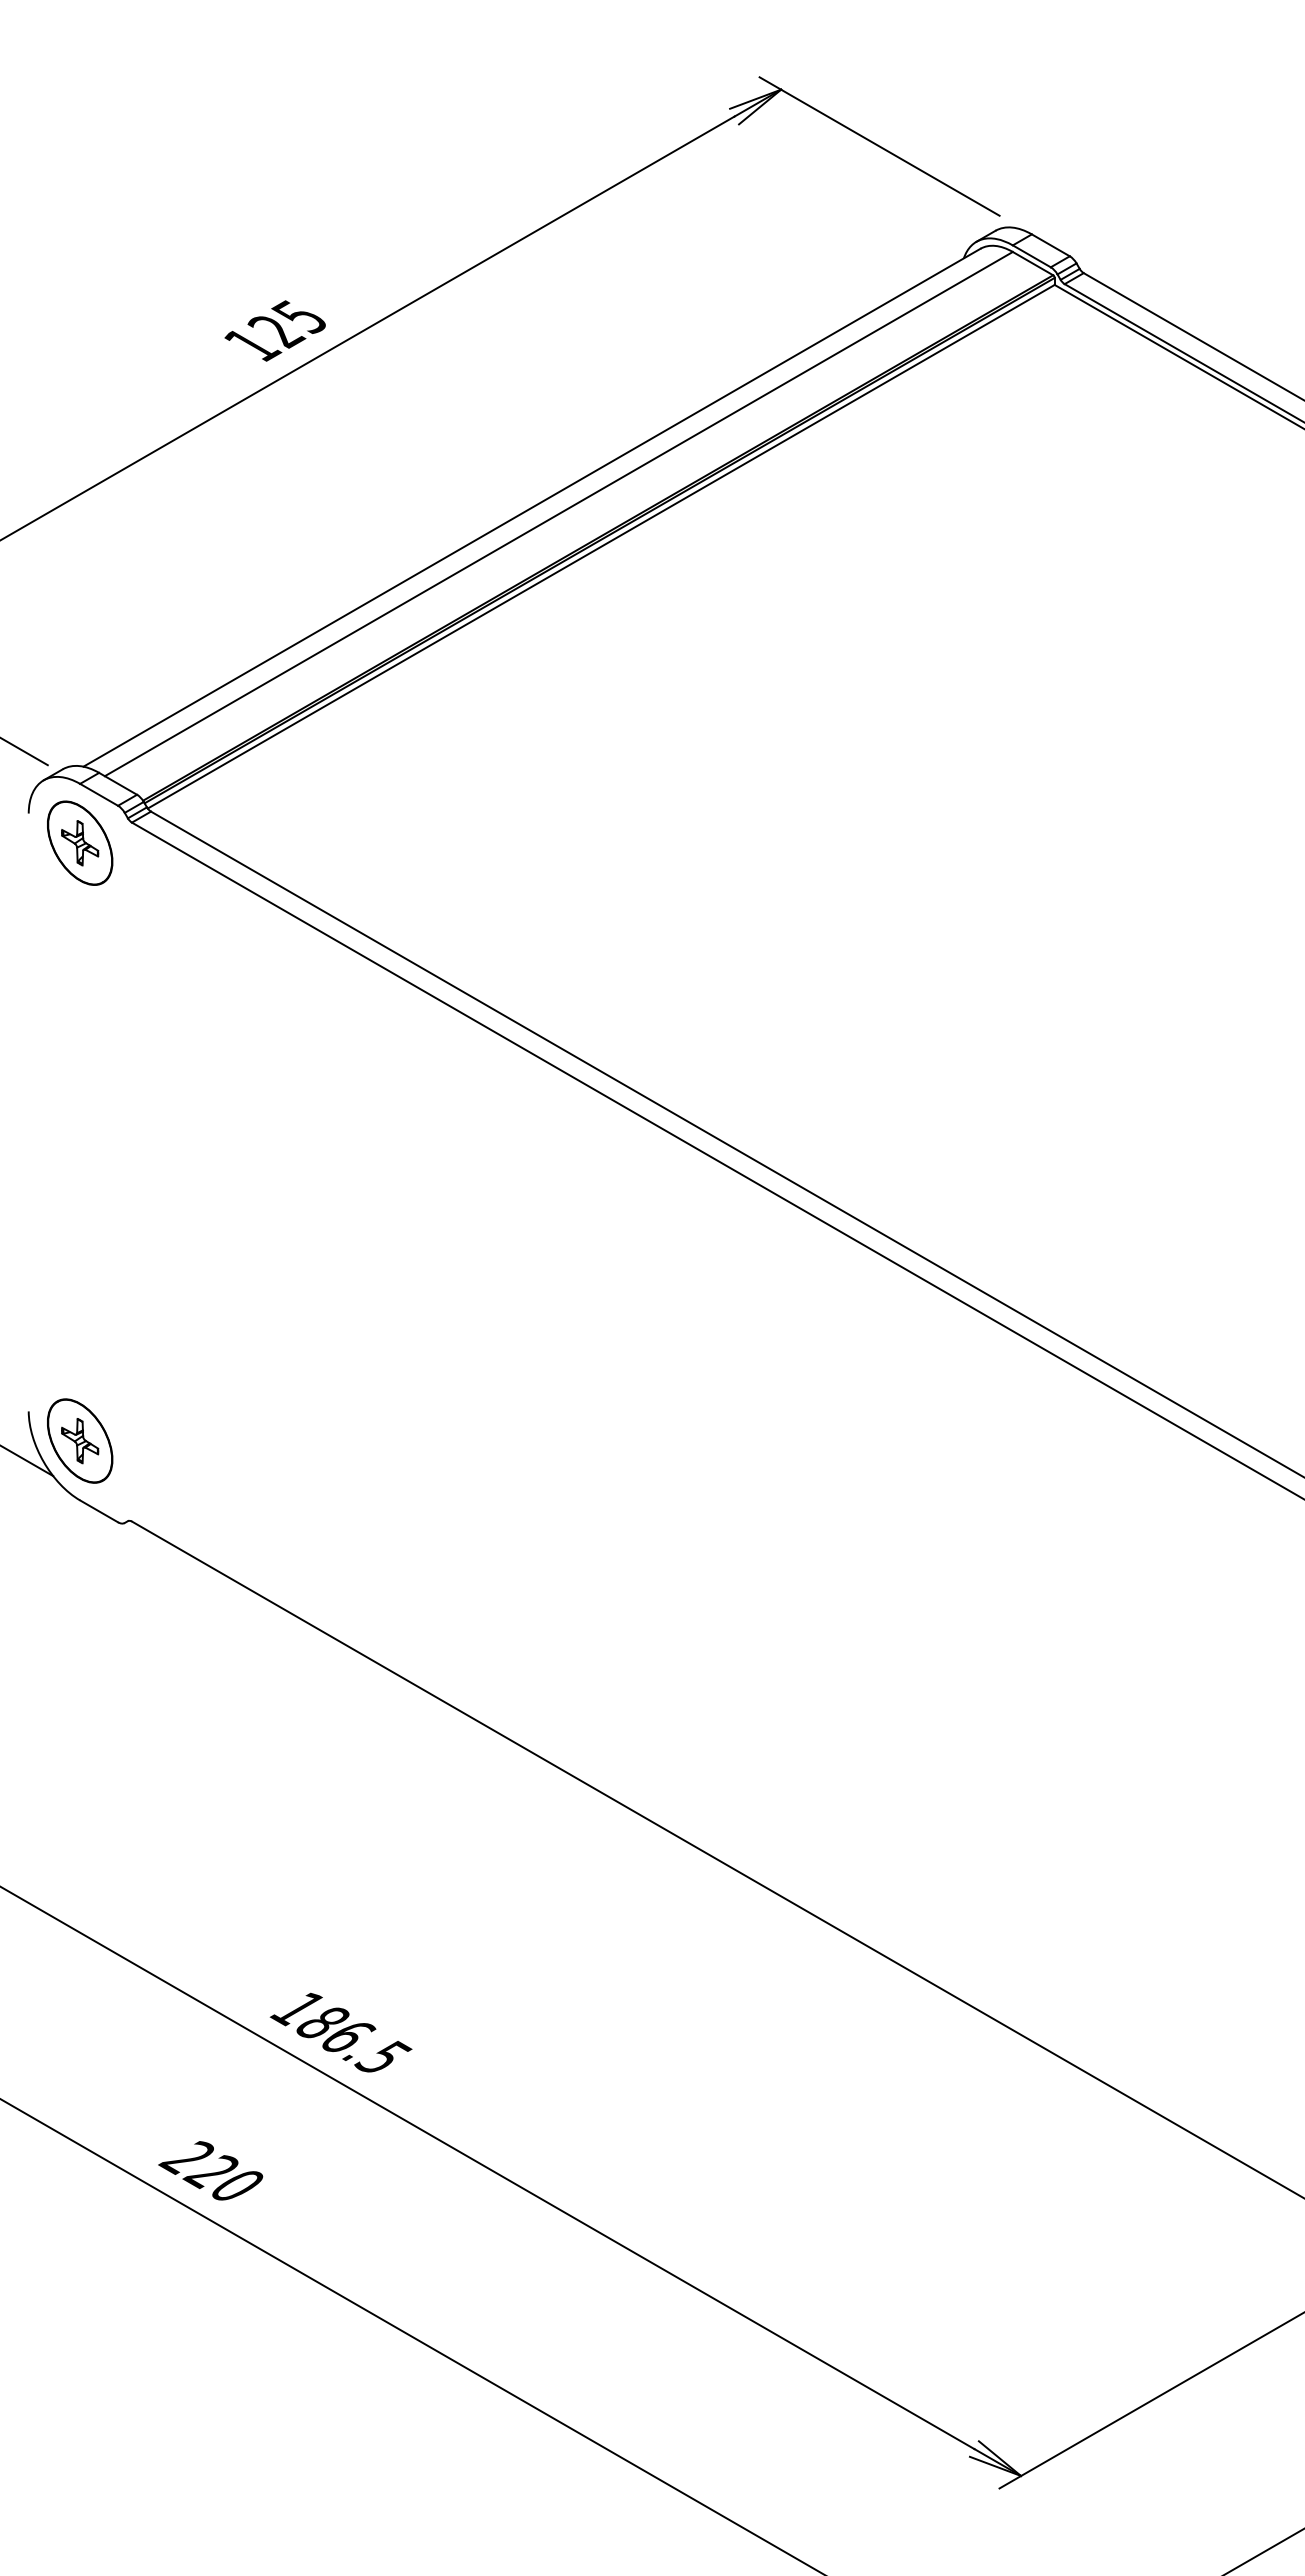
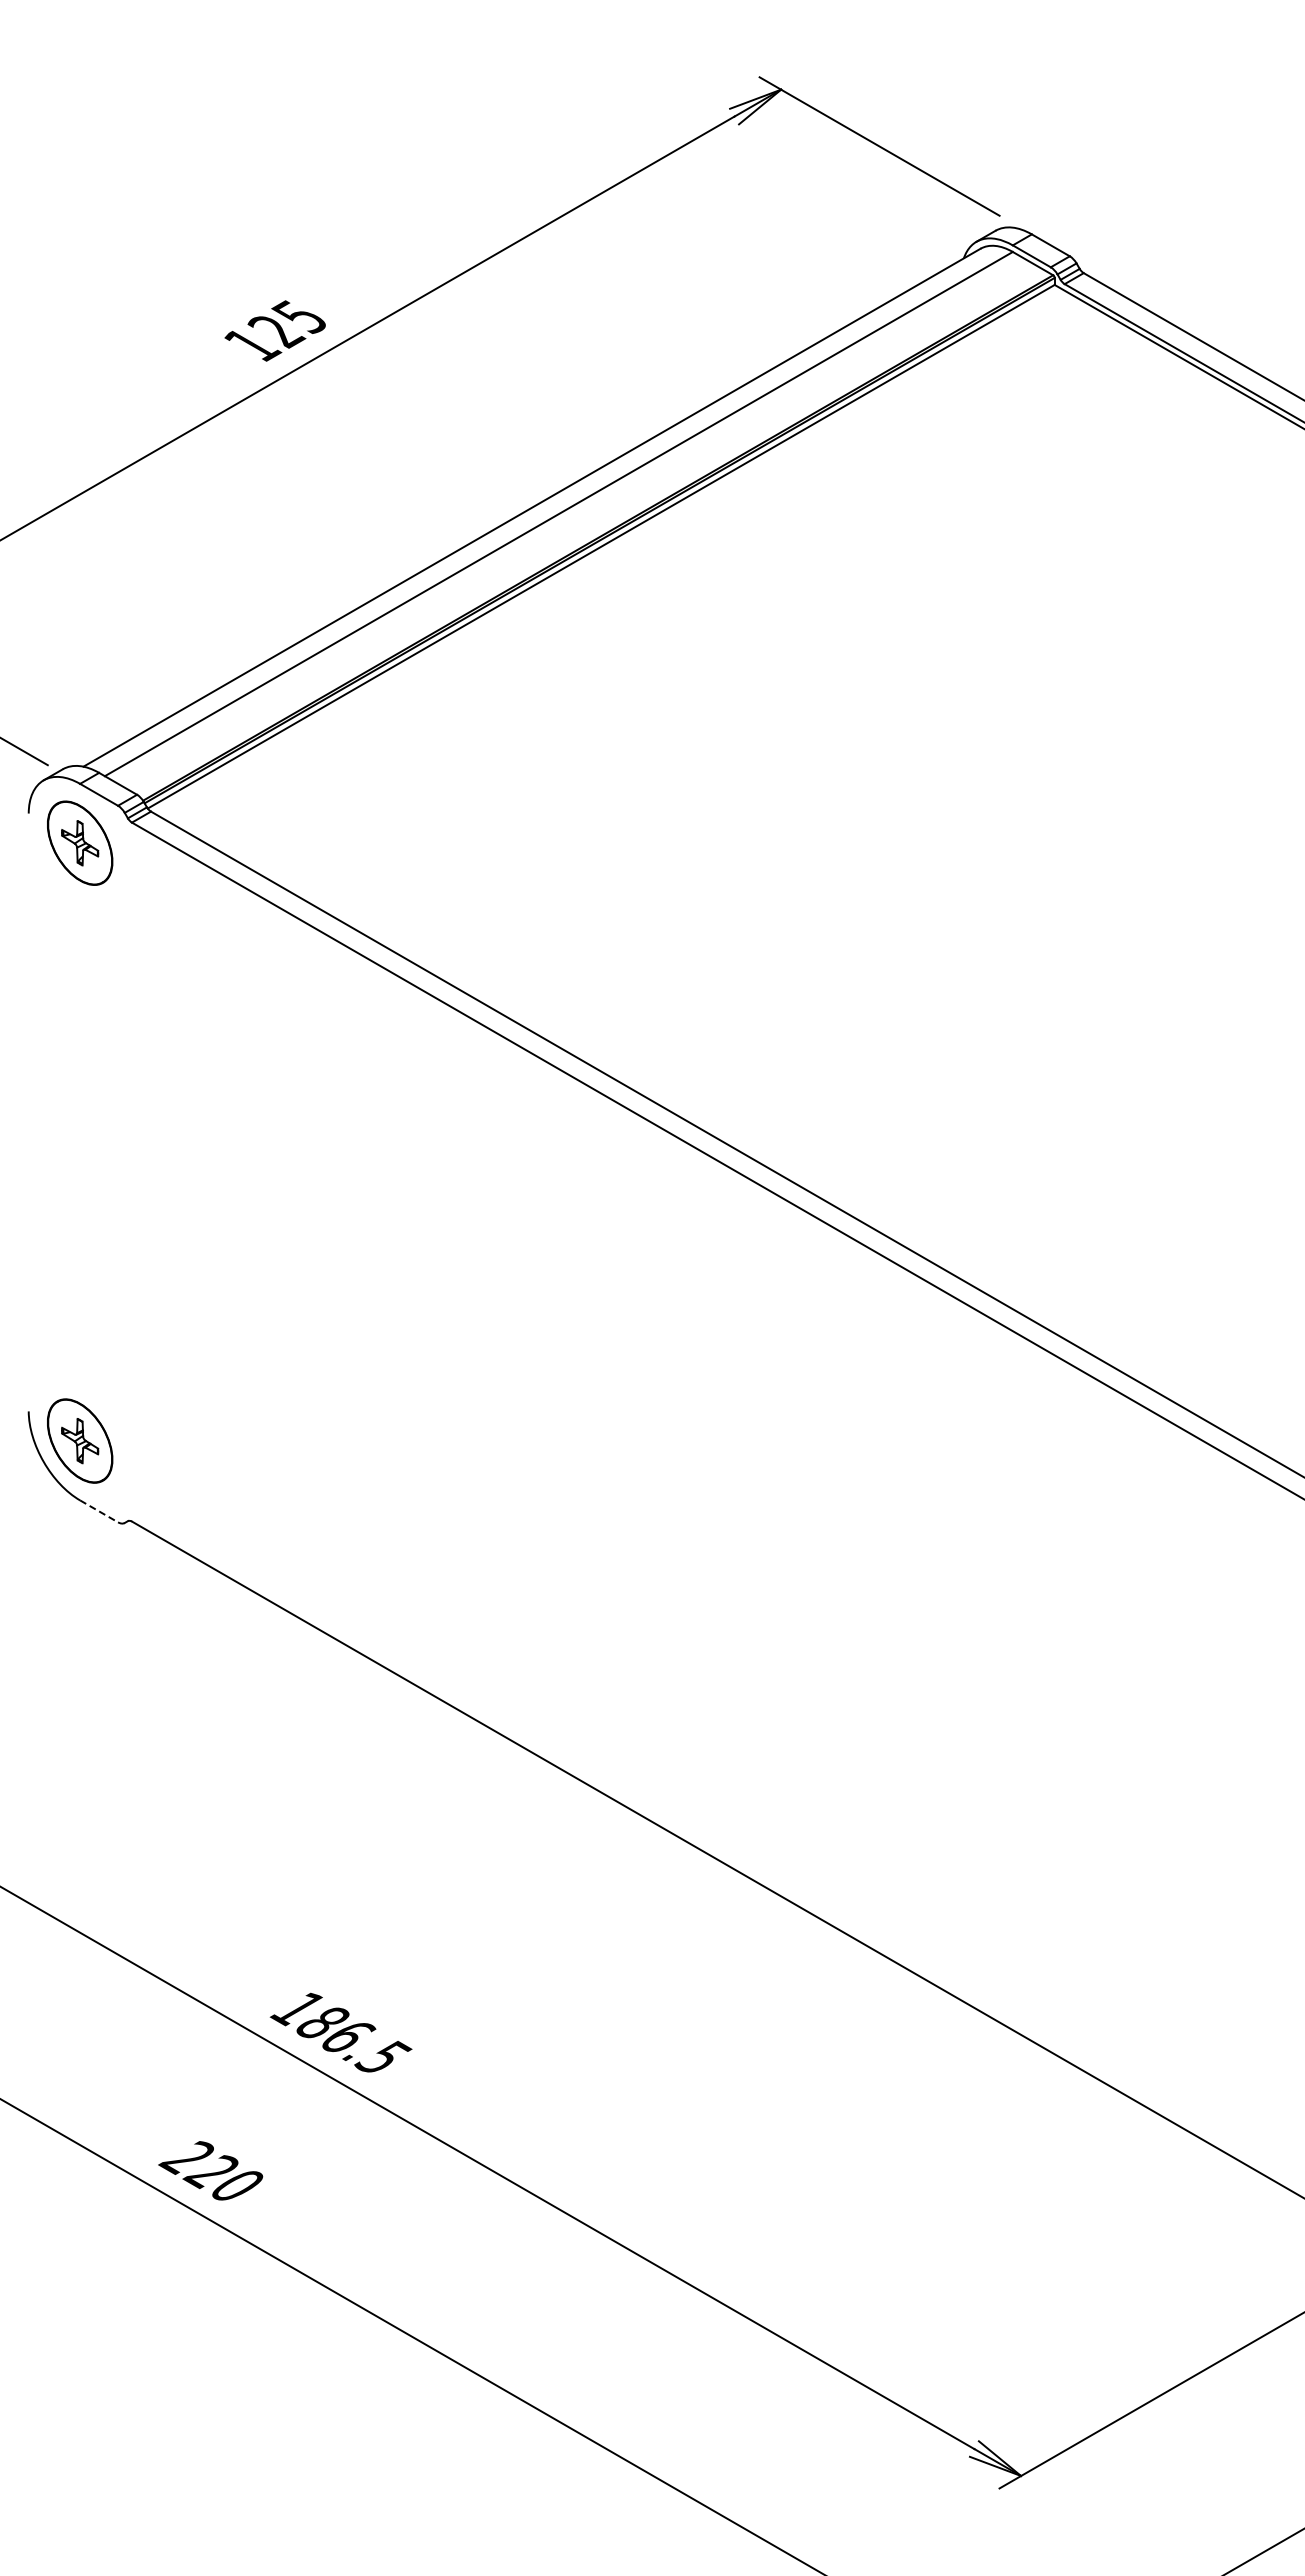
line at (27, 1461): present -> none
line at (99, 1511): solid -> dashed
